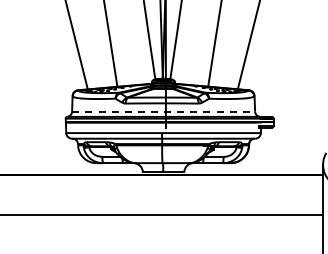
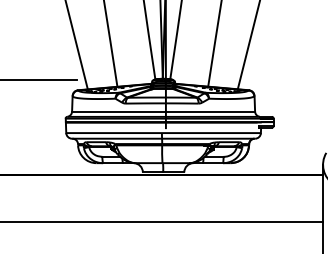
line at (39, 79): none -> present
line at (164, 111): dashed -> solid
line at (162, 215) position: (162, 215) -> (162, 222)
